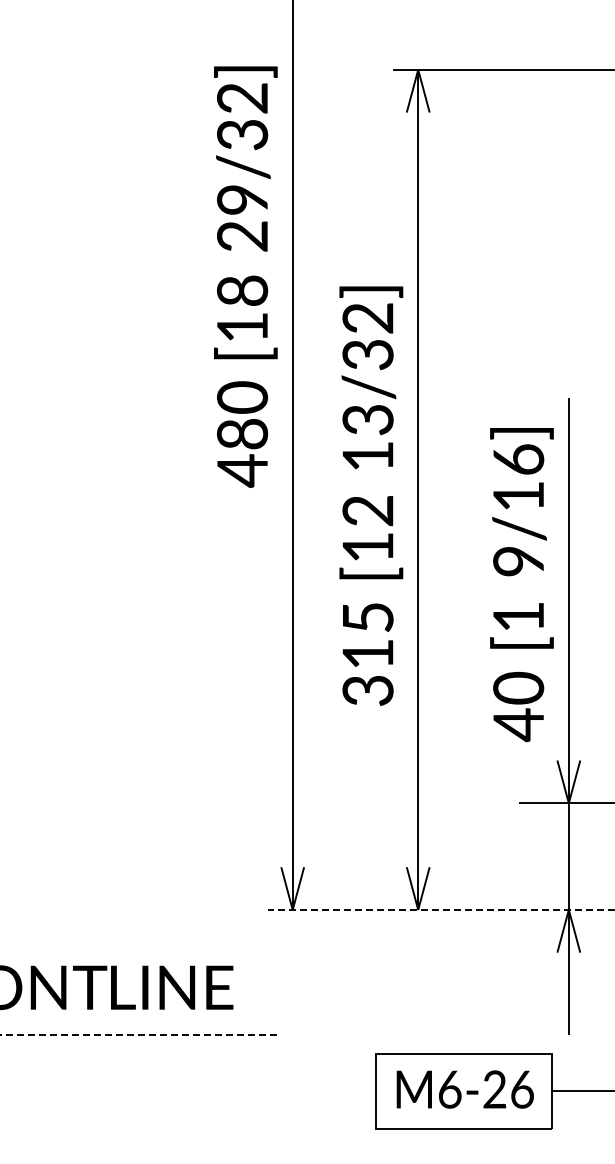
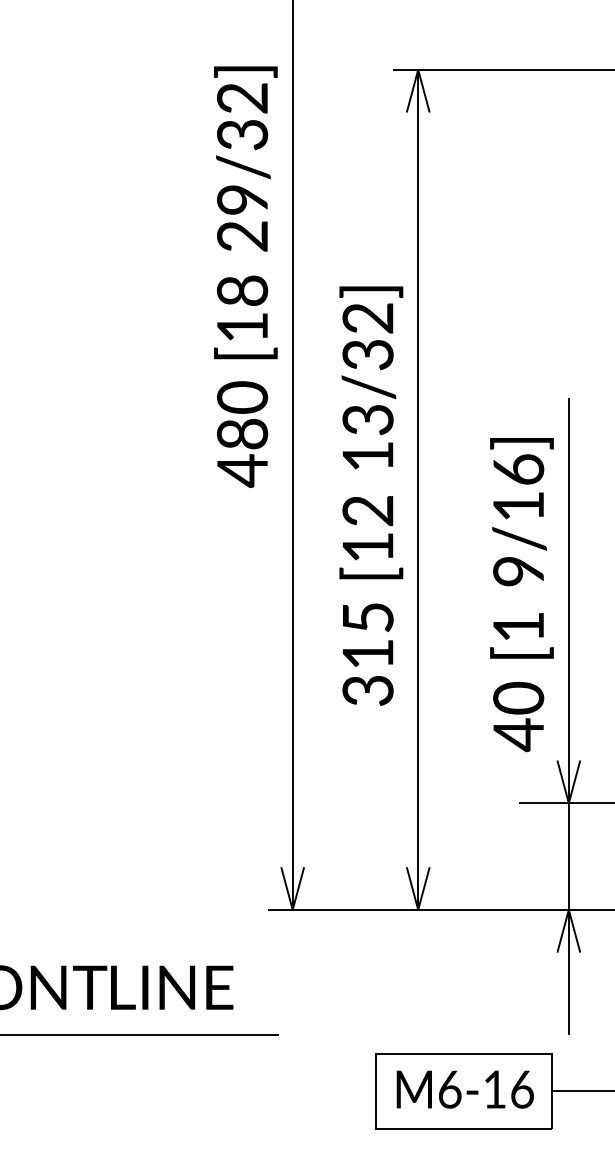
text at (521, 585) position: (521, 585) -> (521, 595)
line at (440, 909): dashed -> solid
line at (140, 1034): dashed -> solid
text at (494, 1089): M6-26 -> M6-16
